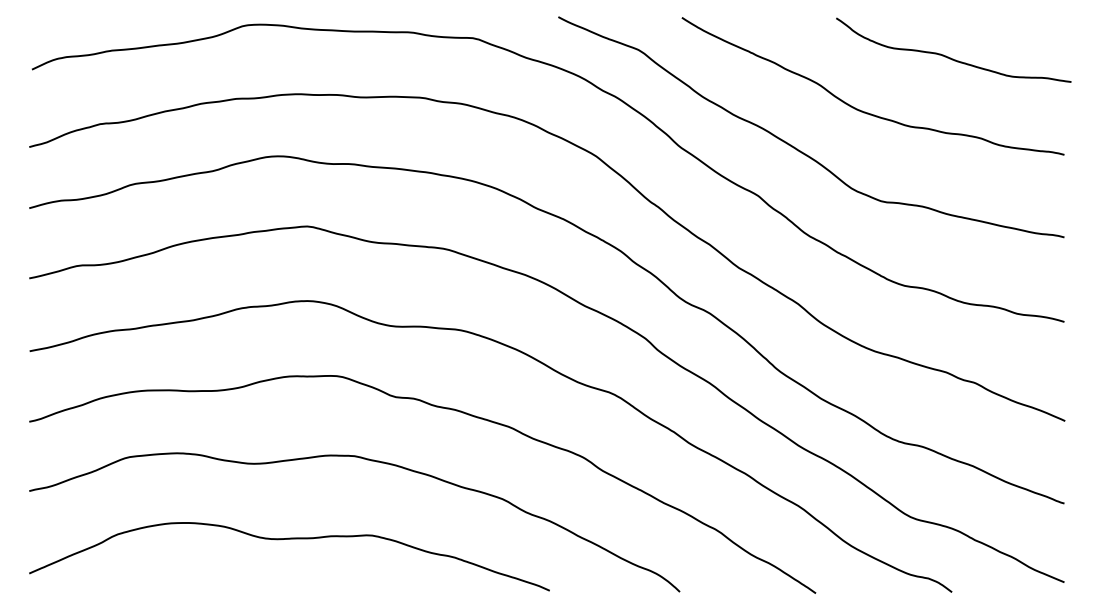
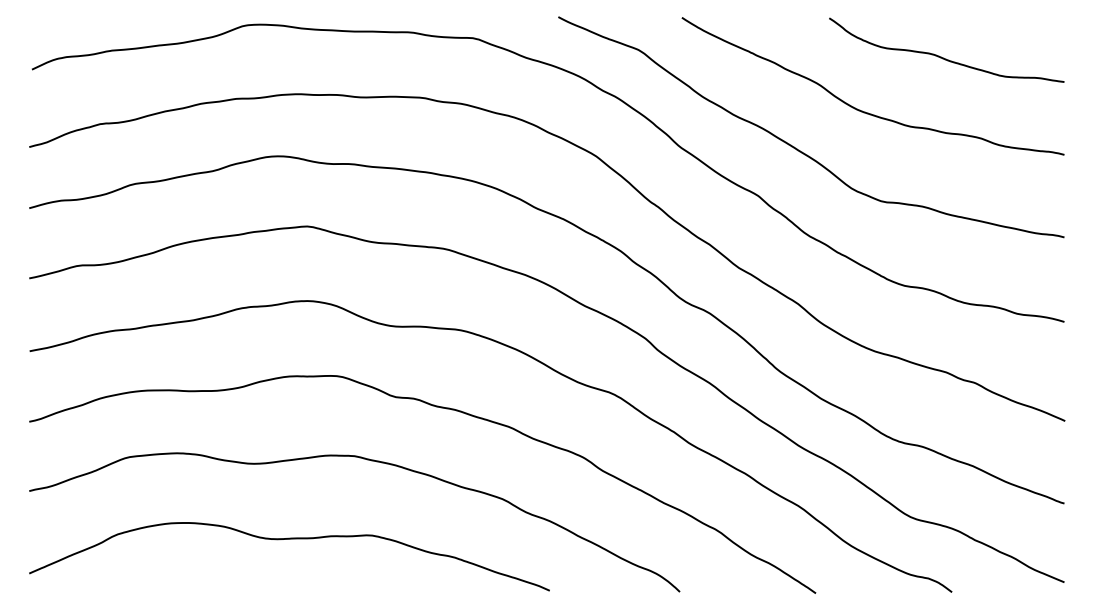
curve at (950, 57) position: (950, 57) -> (943, 57)
